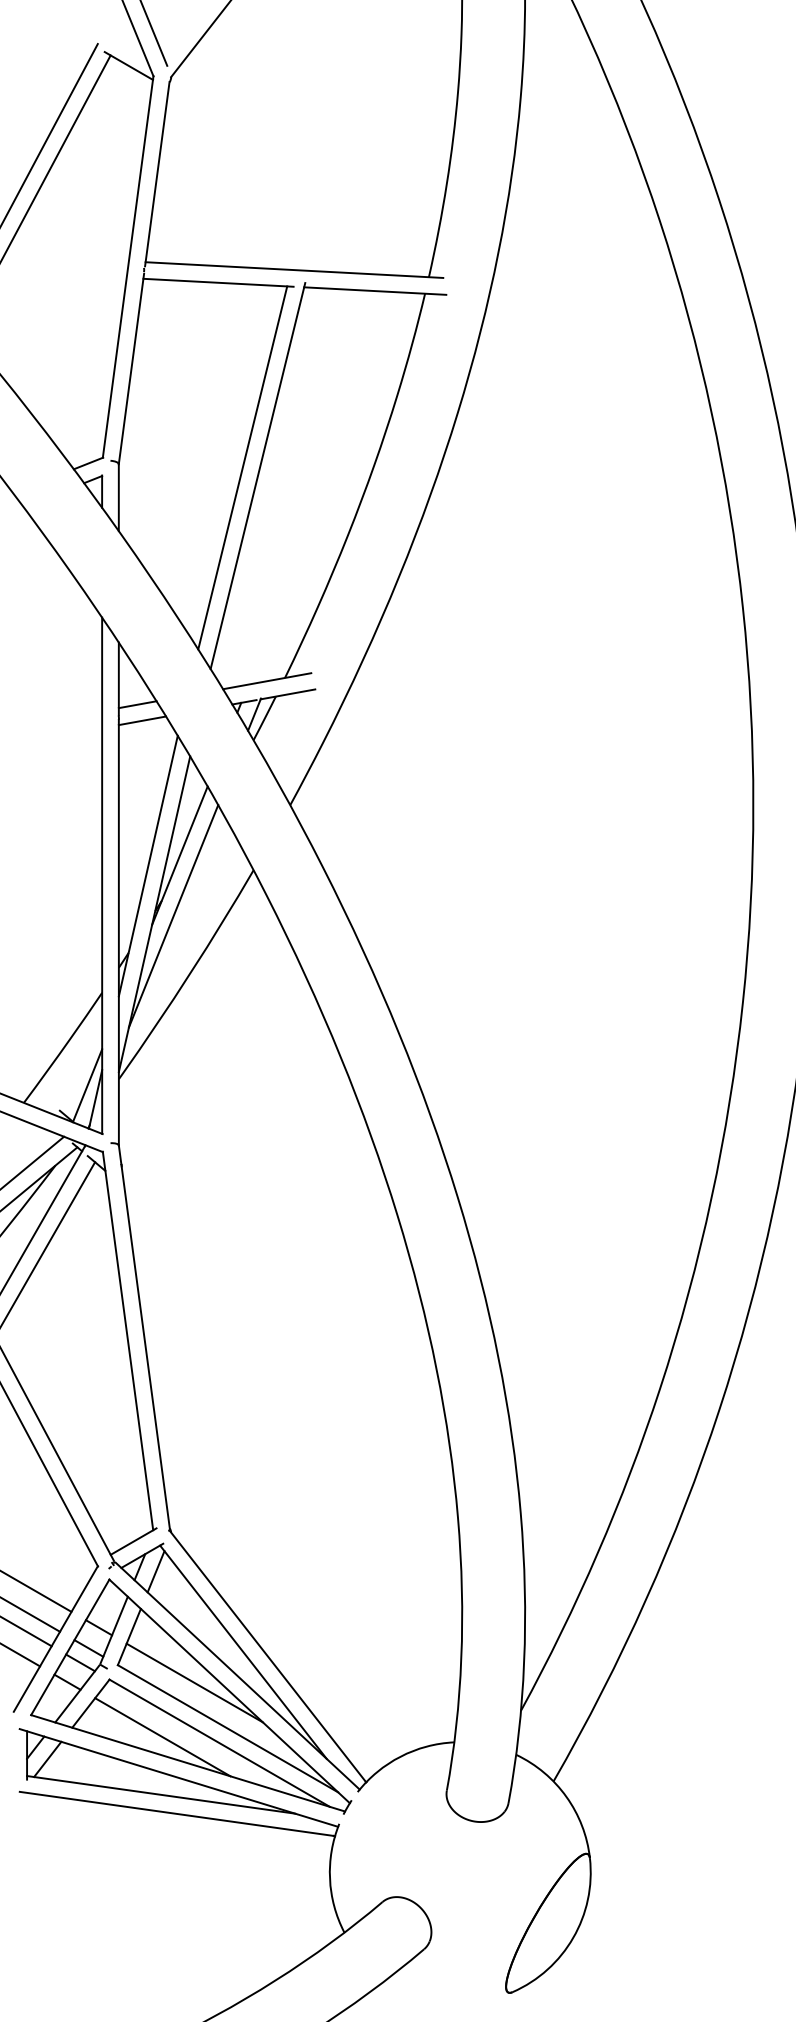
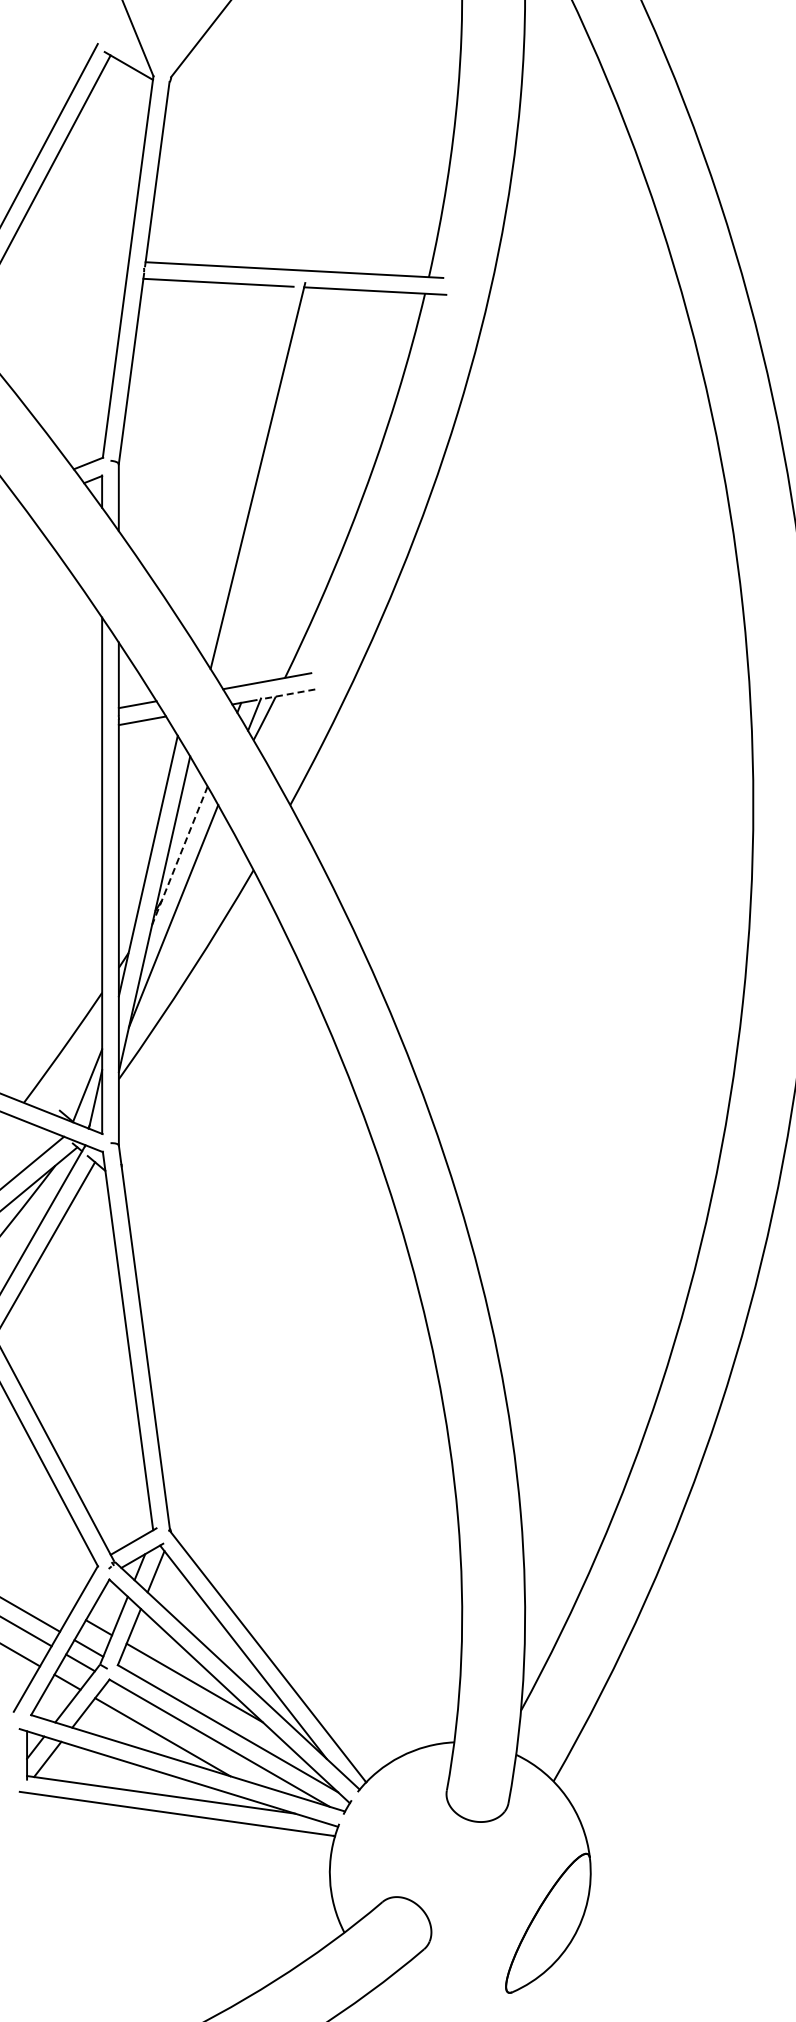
line at (154, 33): present -> none
line at (242, 467): present -> none
line at (287, 694): solid -> dashed
line at (179, 855): solid -> dashed
line at (36, 1591): present -> none
